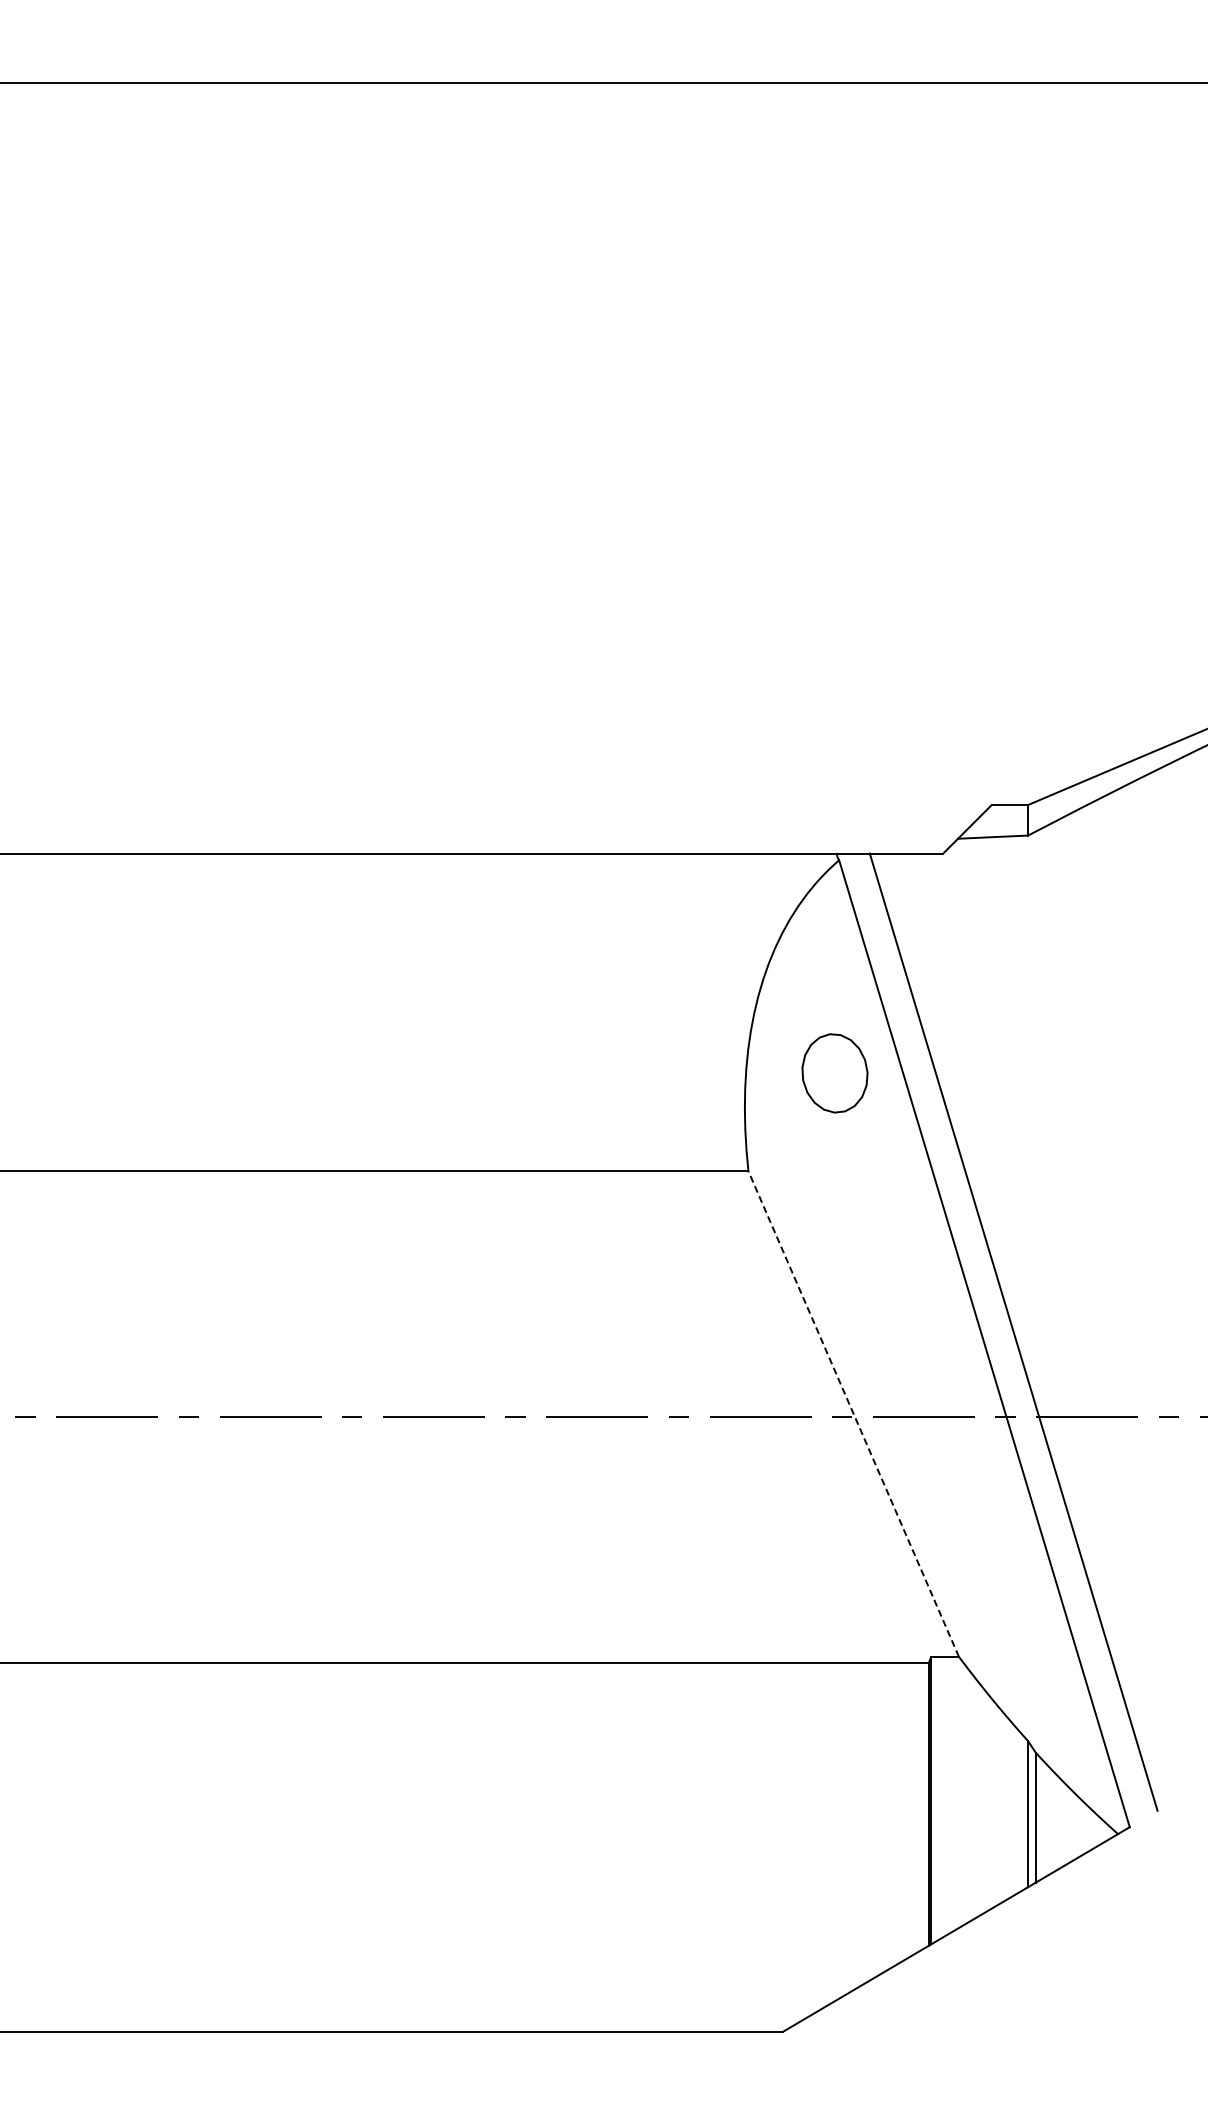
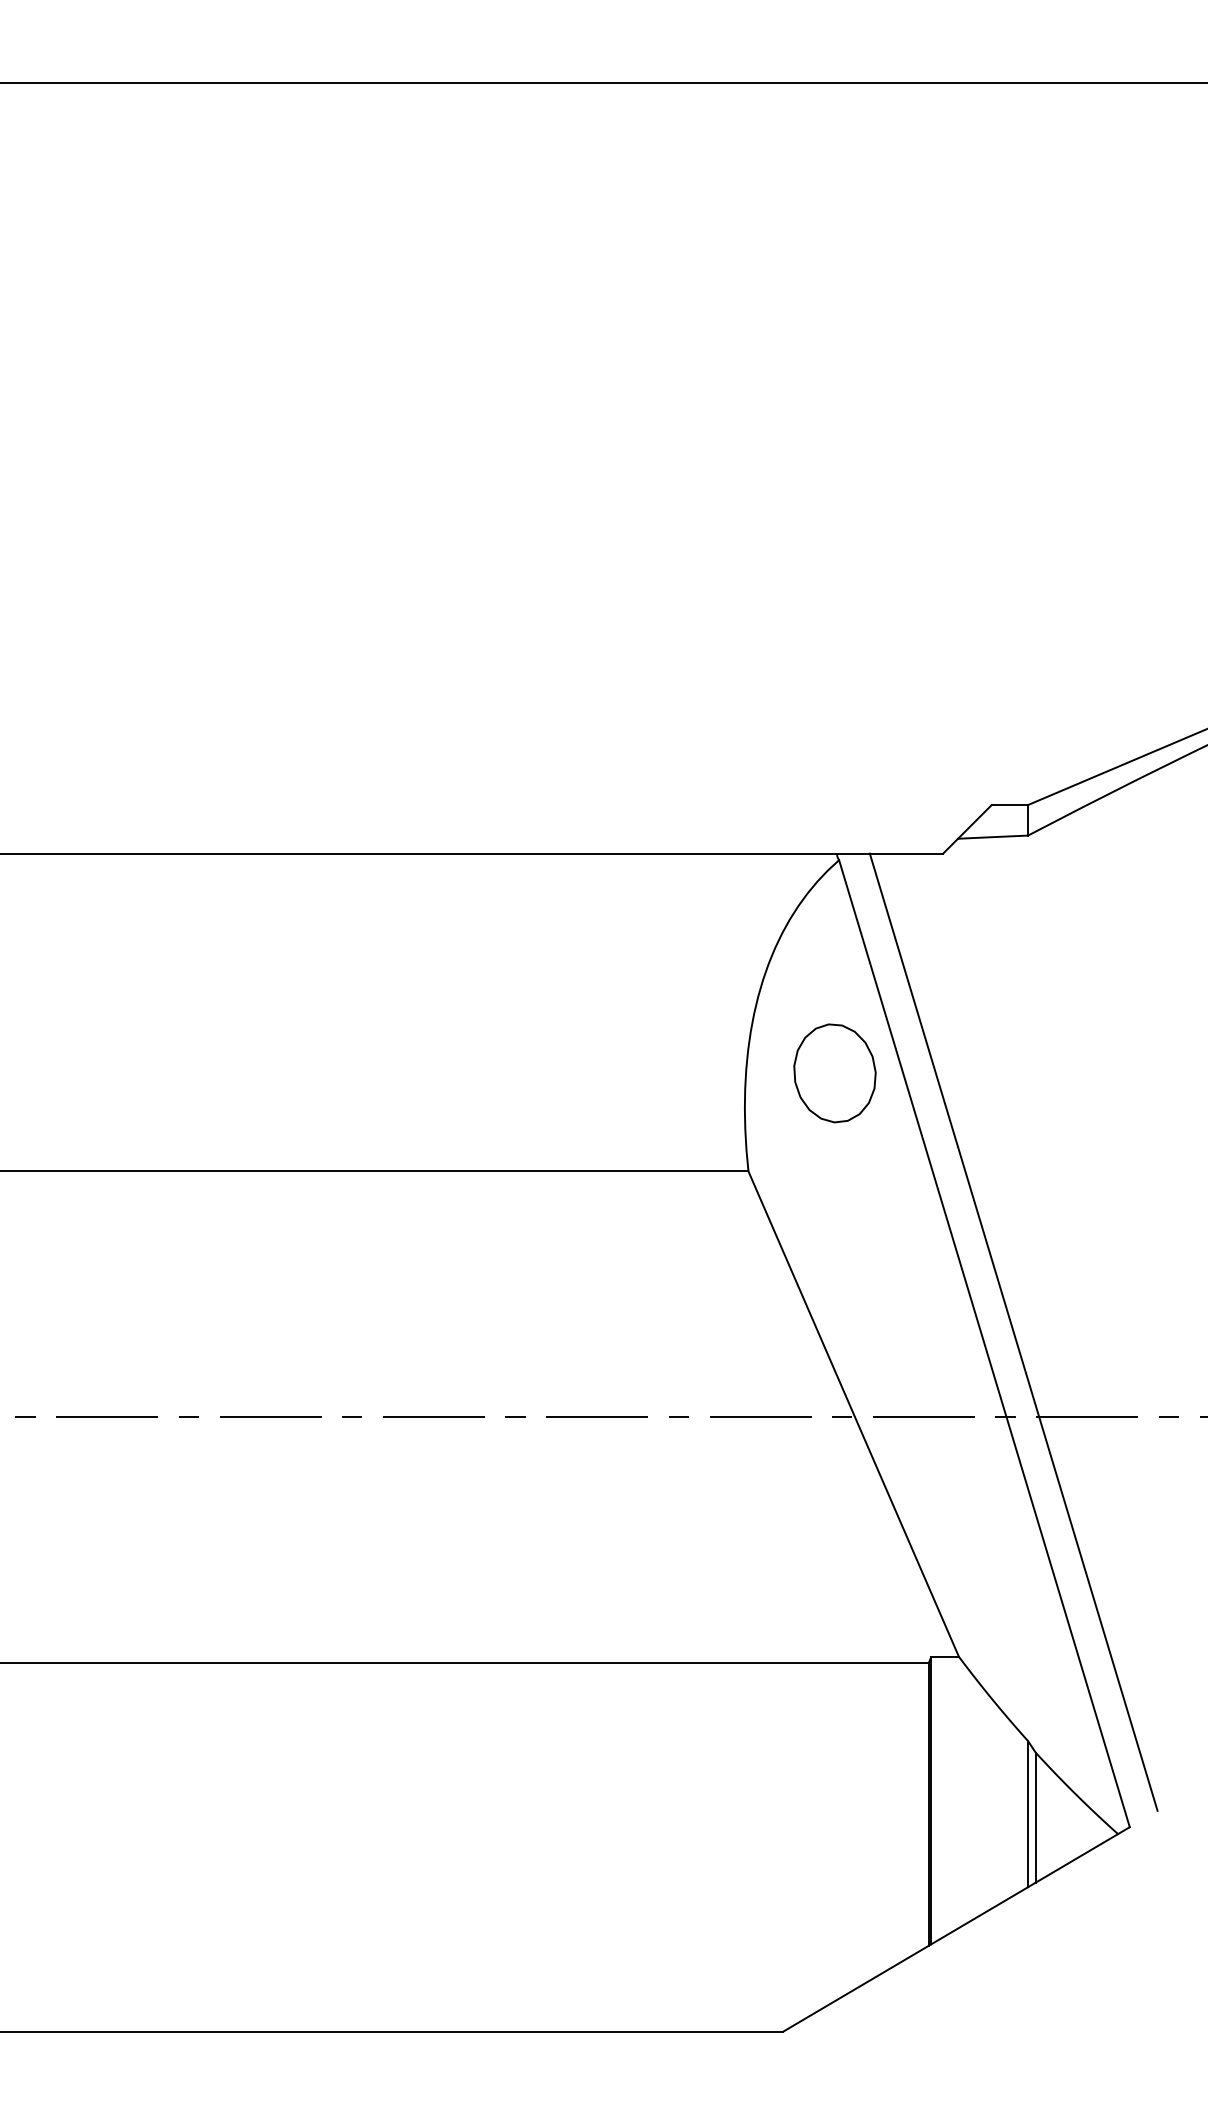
part at (834, 1073) size: 68x81 px -> 84x101 px
line at (853, 1414): dashed -> solid
